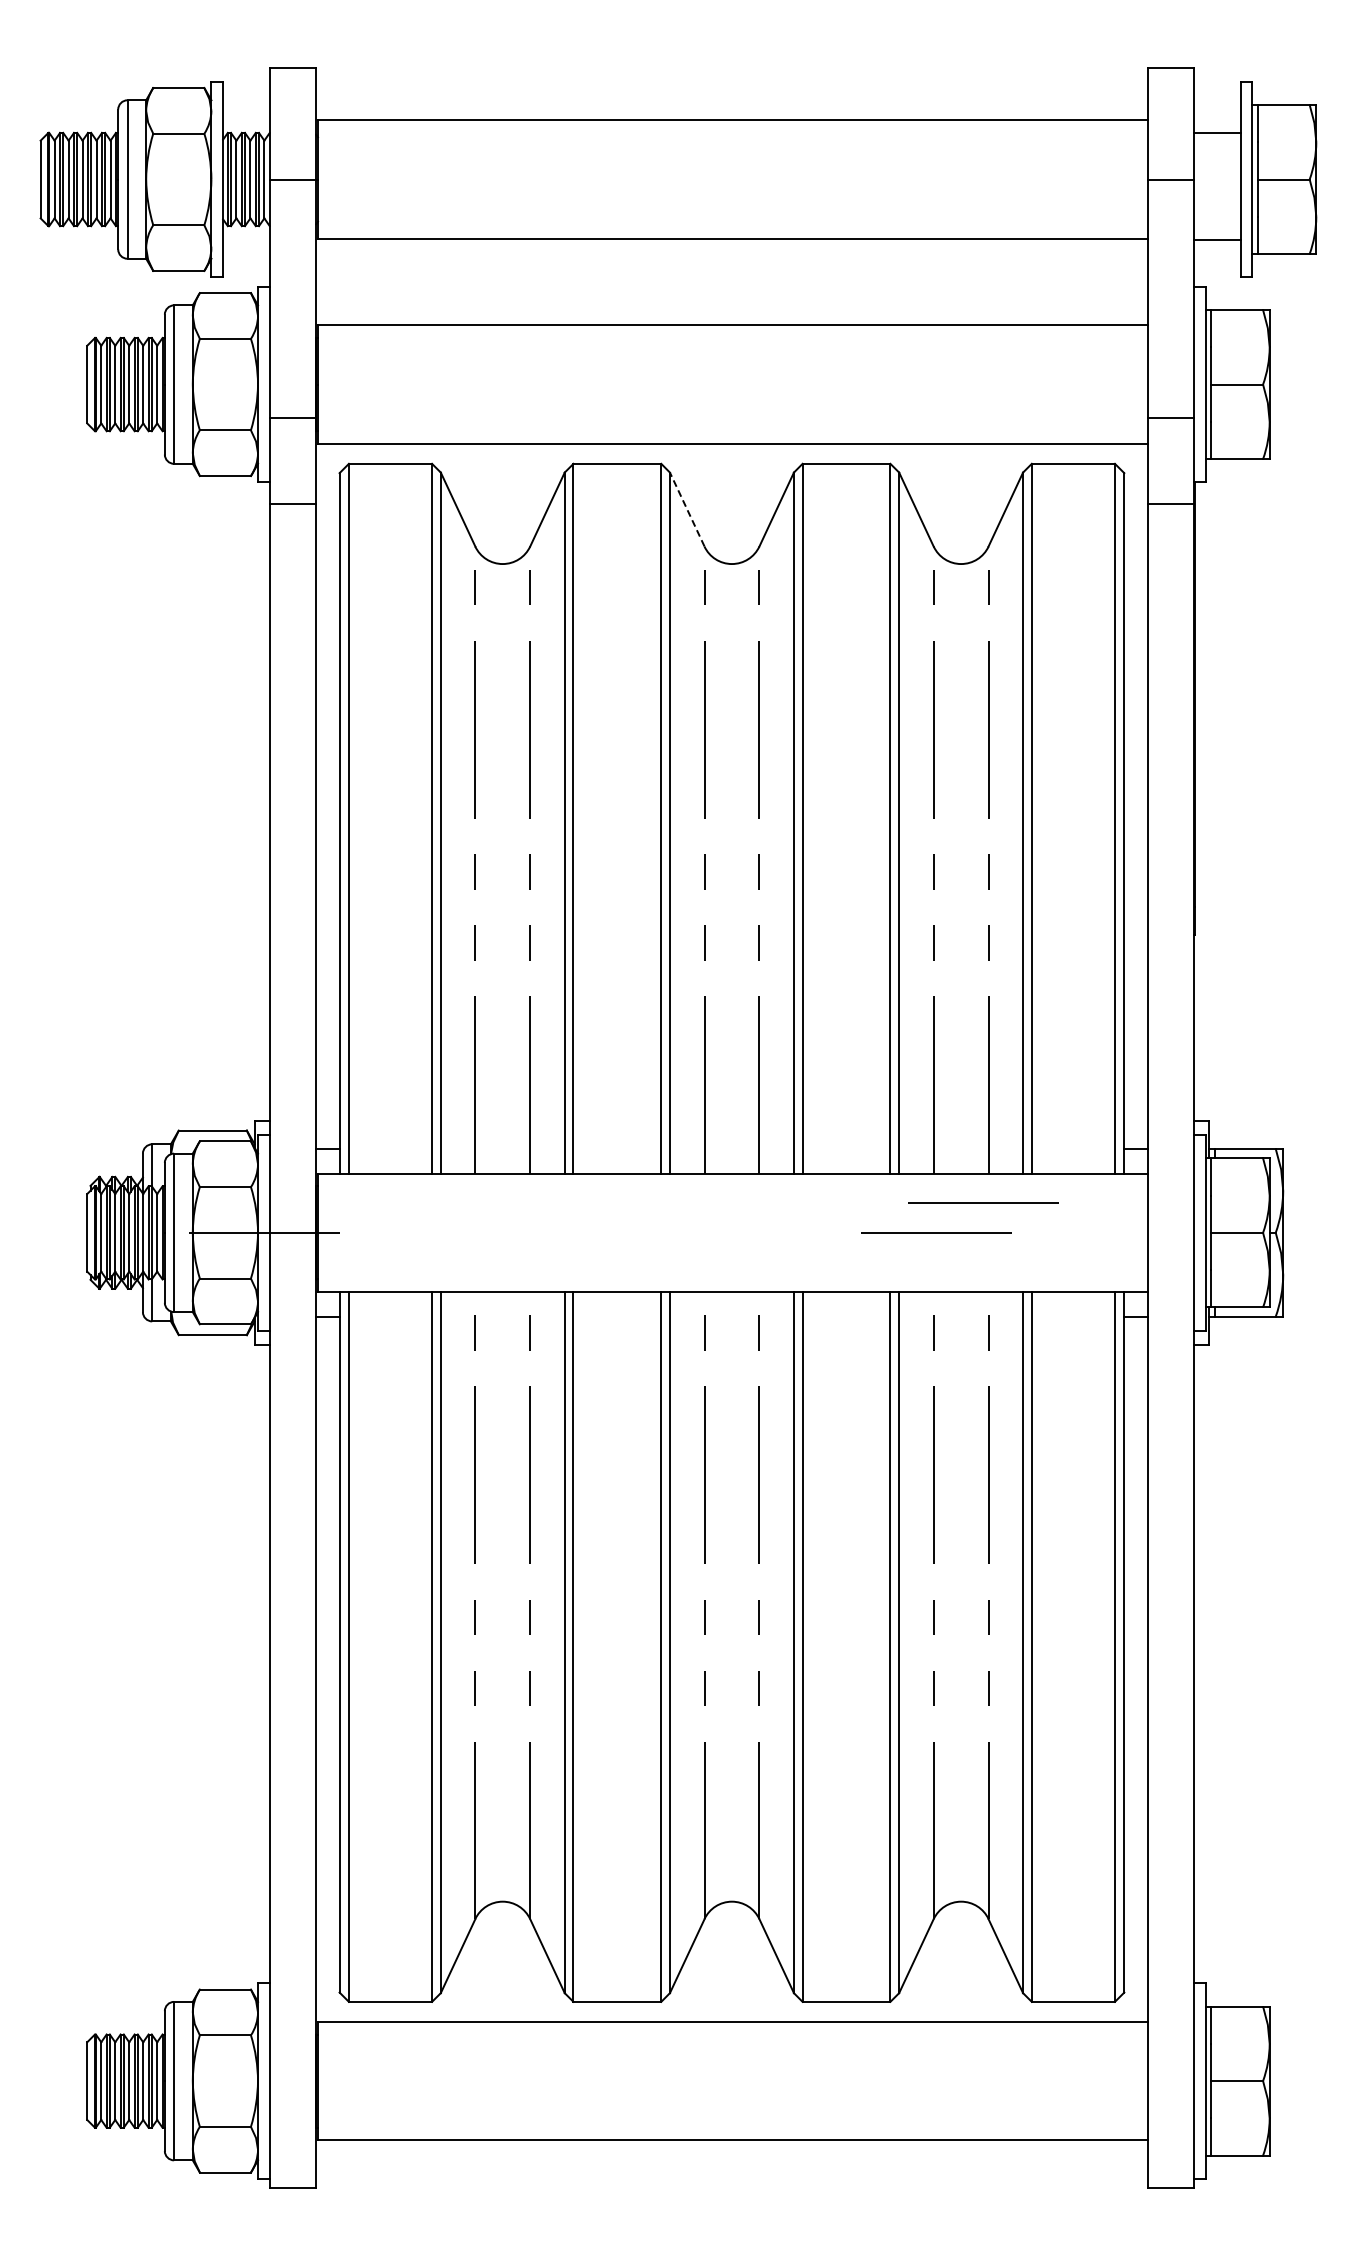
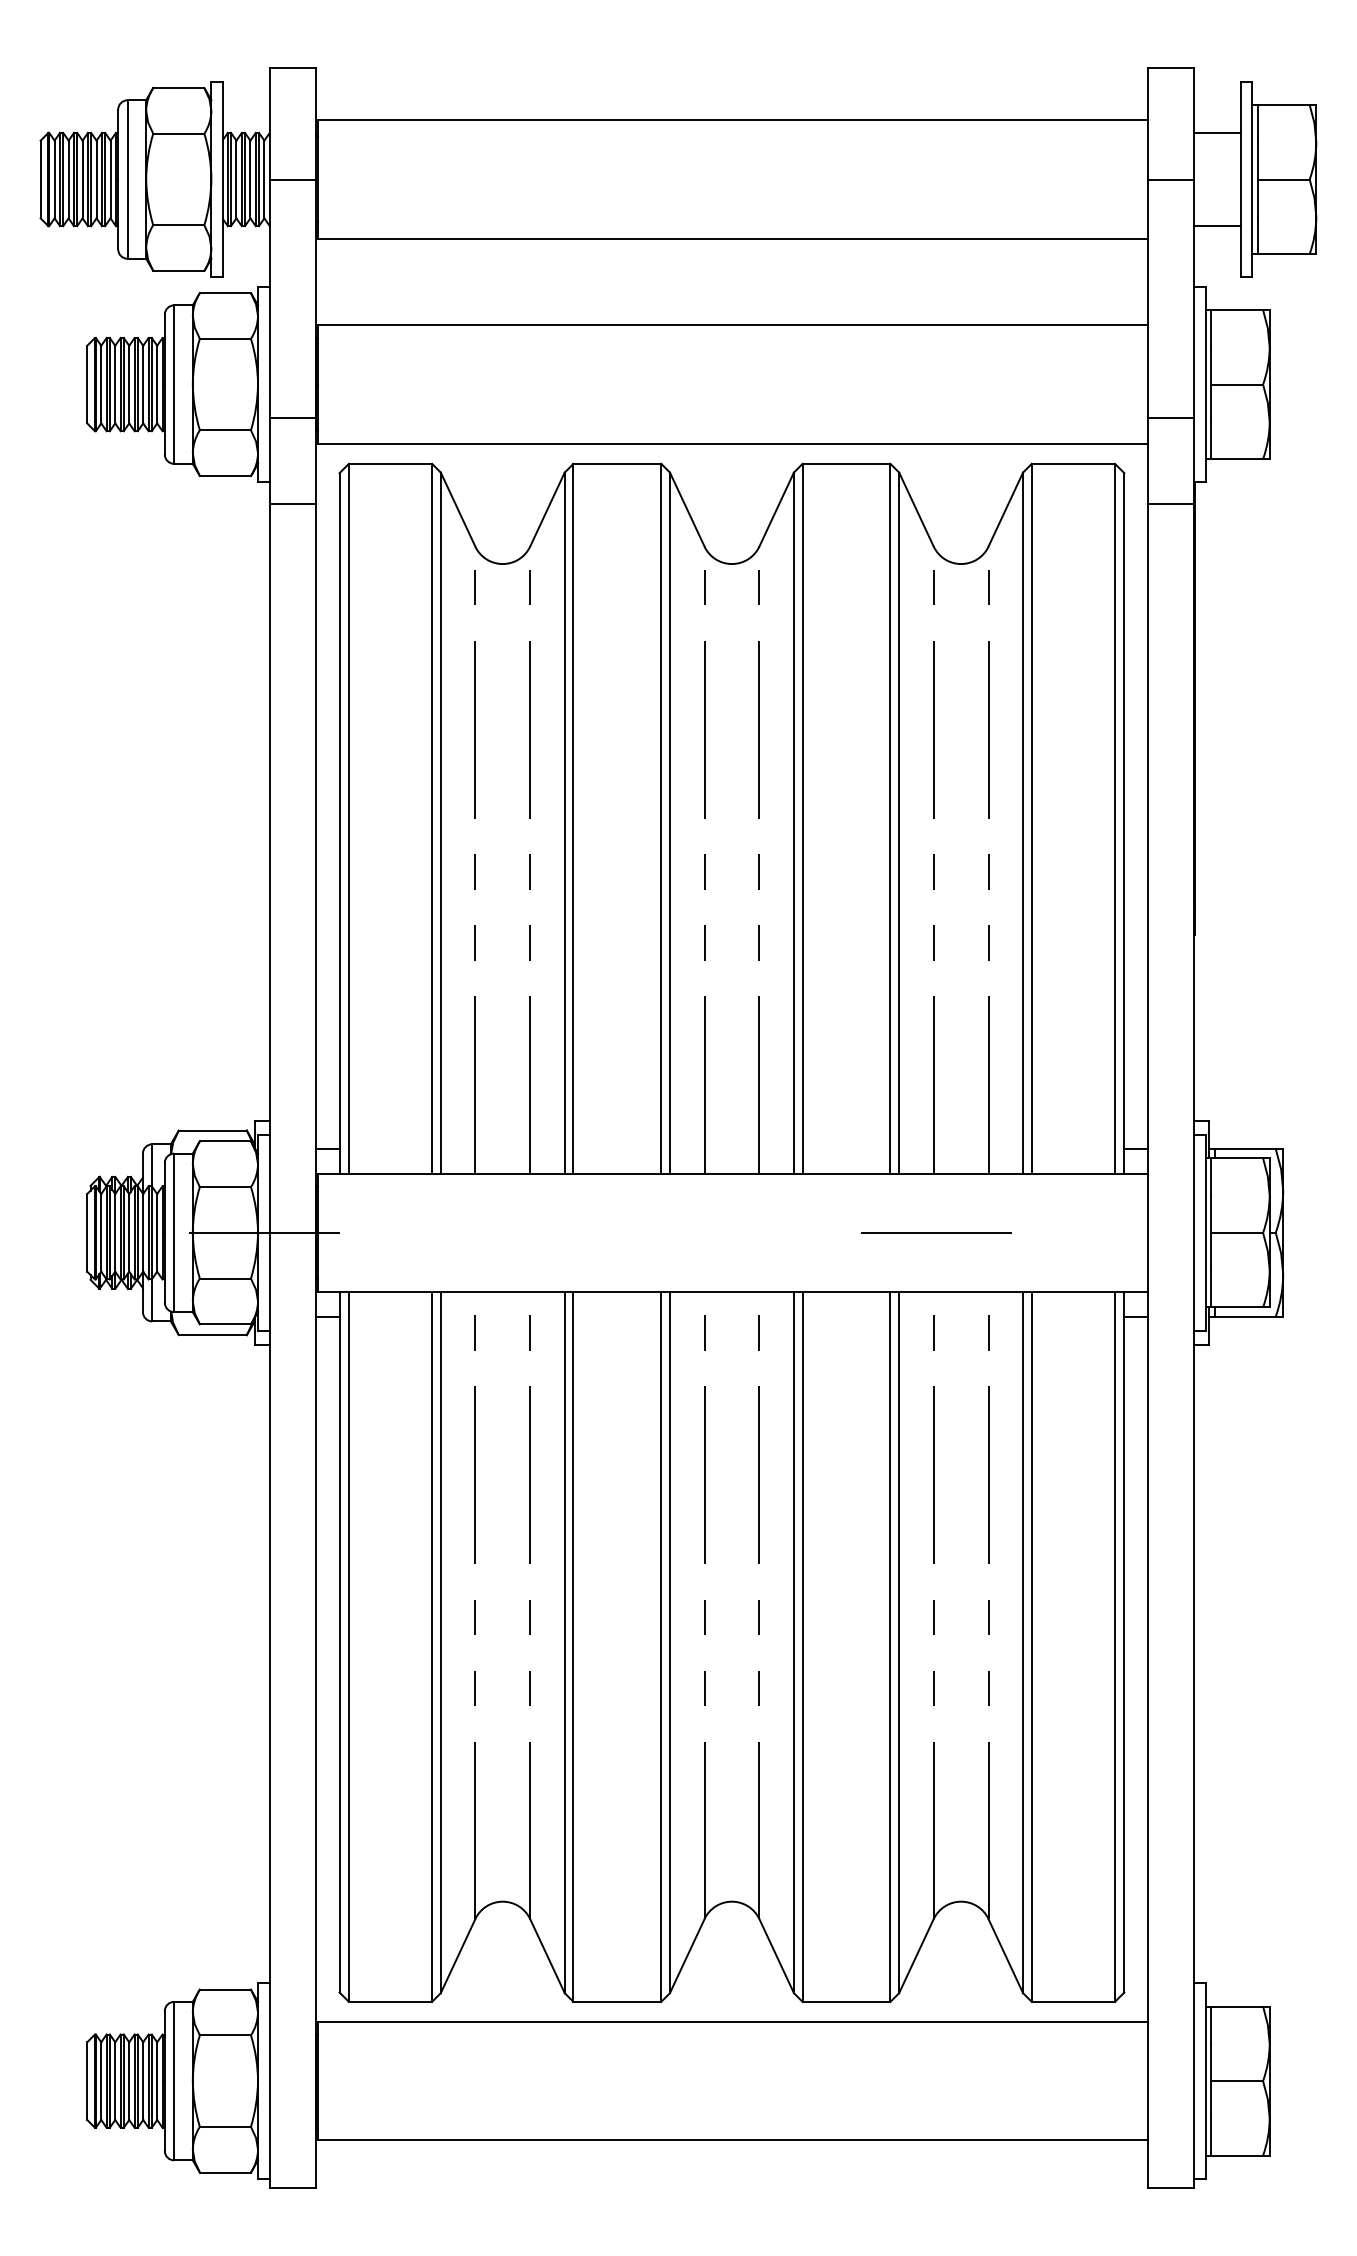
line at (1217, 240) position: (1217, 240) -> (1217, 226)
line at (687, 509): dashed -> solid
line at (983, 1202): present -> none
